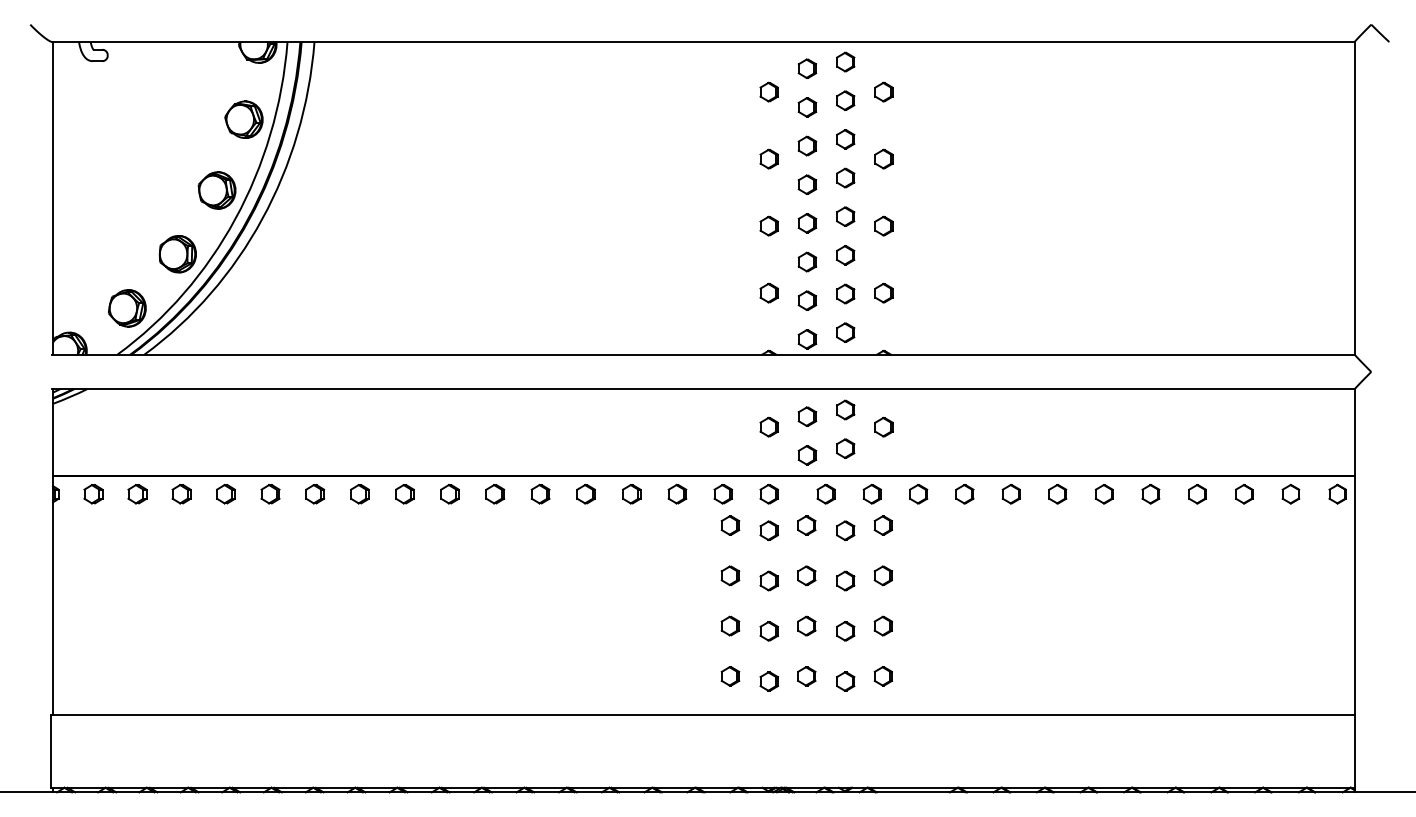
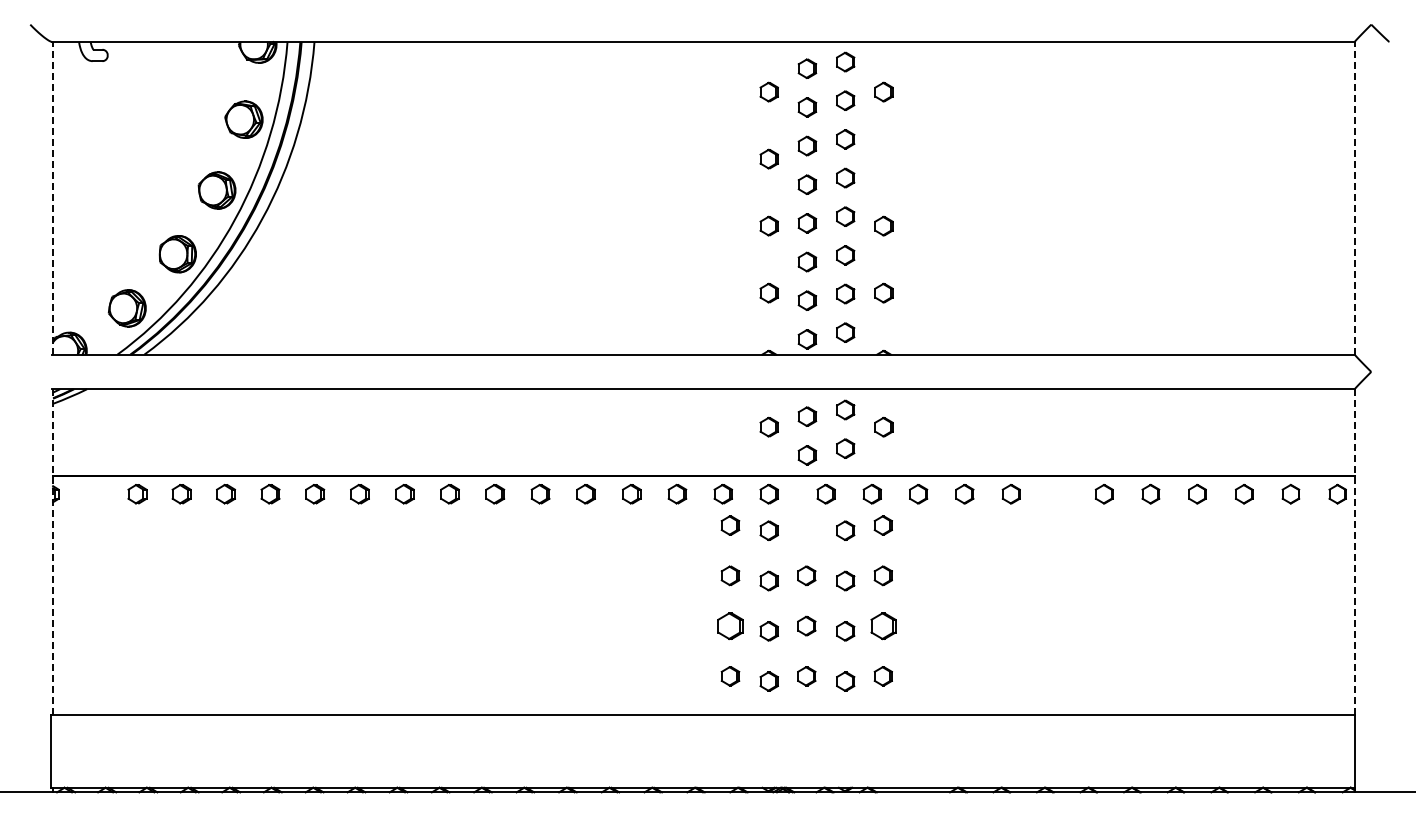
part at (883, 158): present -> none
line at (53, 197): solid -> dashed
line at (1354, 197): solid -> dashed
part at (93, 494): present -> none
part at (1057, 494): present -> none
part at (806, 525): present -> none
line at (53, 551): solid -> dashed
line at (1354, 551): solid -> dashed
part at (730, 625) size: 21x22 px -> 27x29 px
part at (882, 625) size: 20x22 px -> 27x29 px
